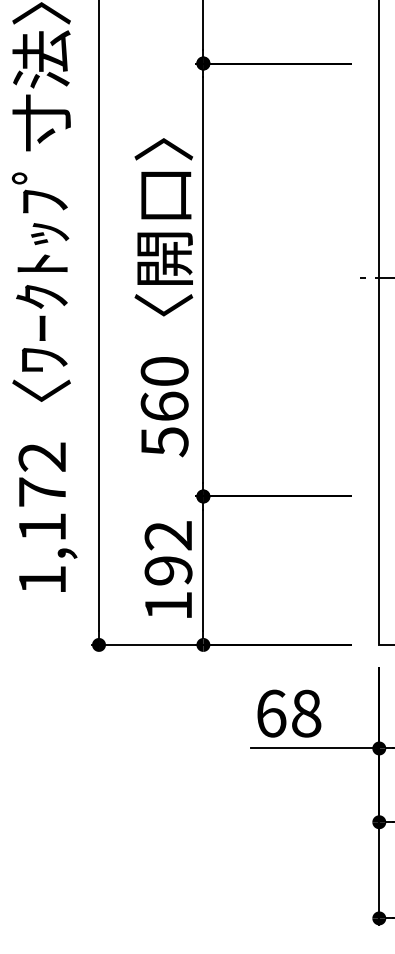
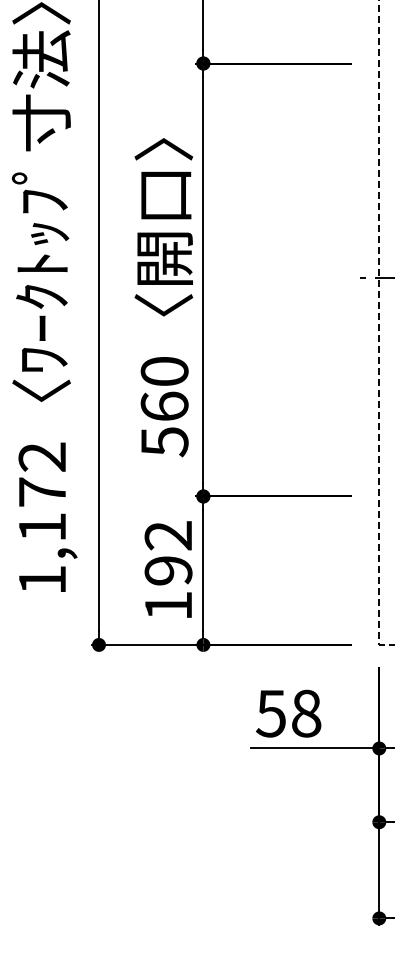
line at (379, 330): solid -> dashed
text at (271, 713): 68 -> 58
